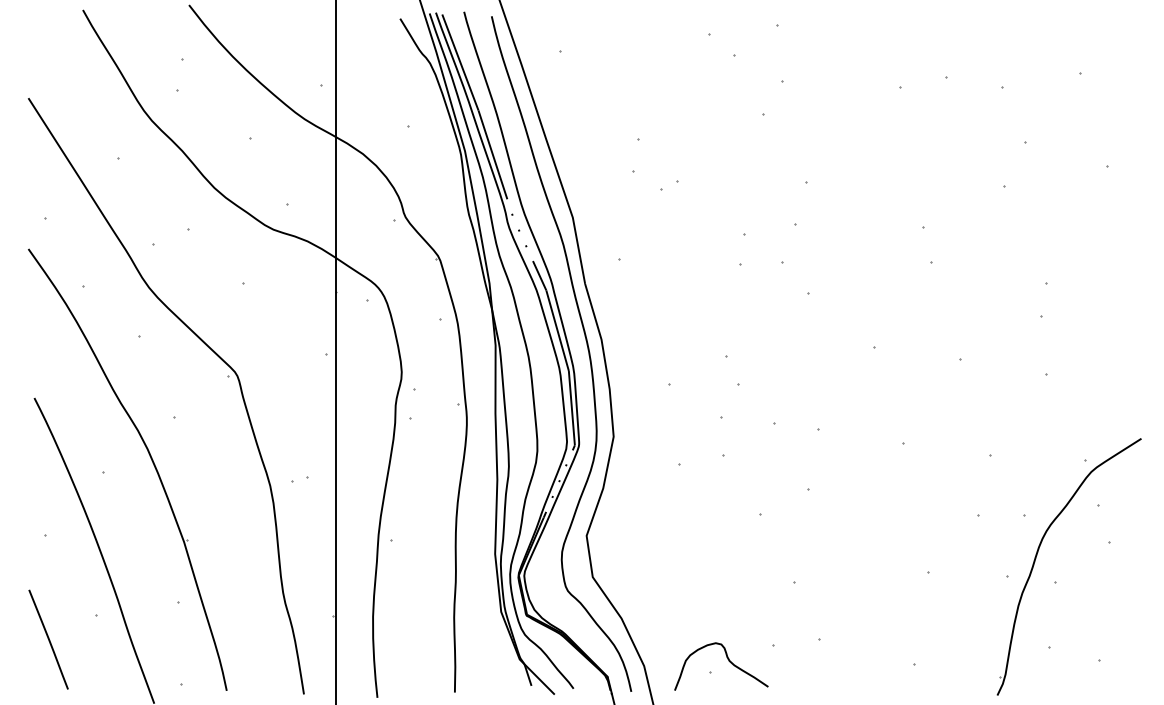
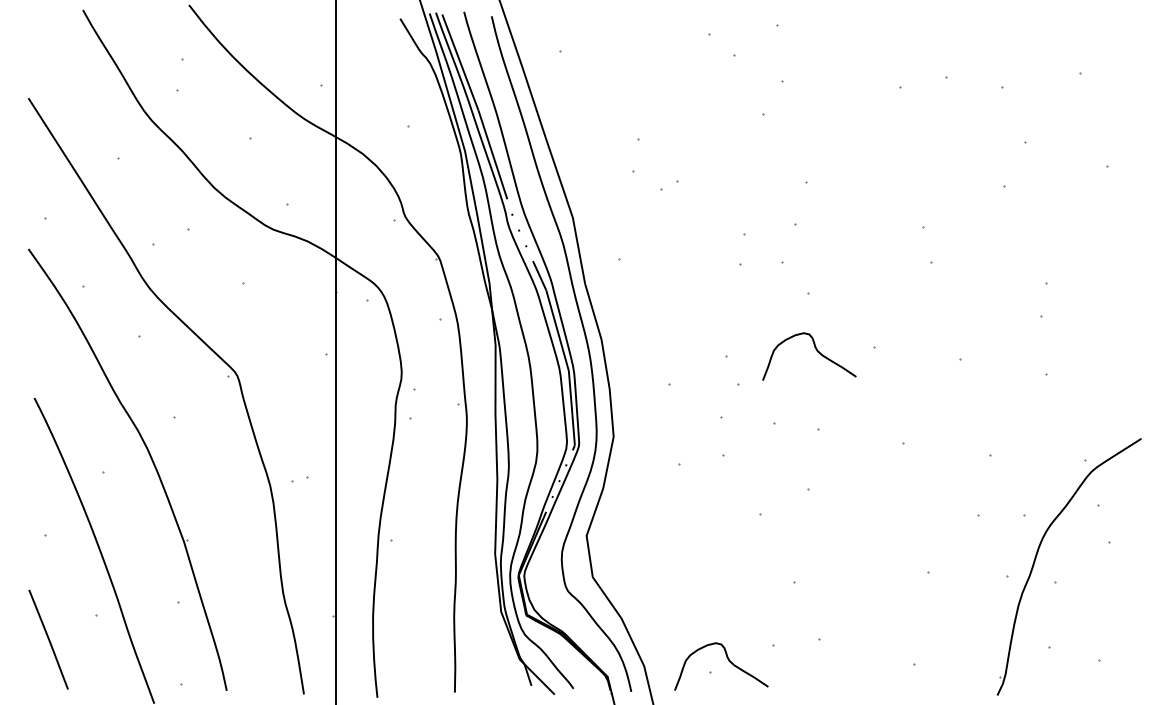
curve at (816, 351): none -> present
